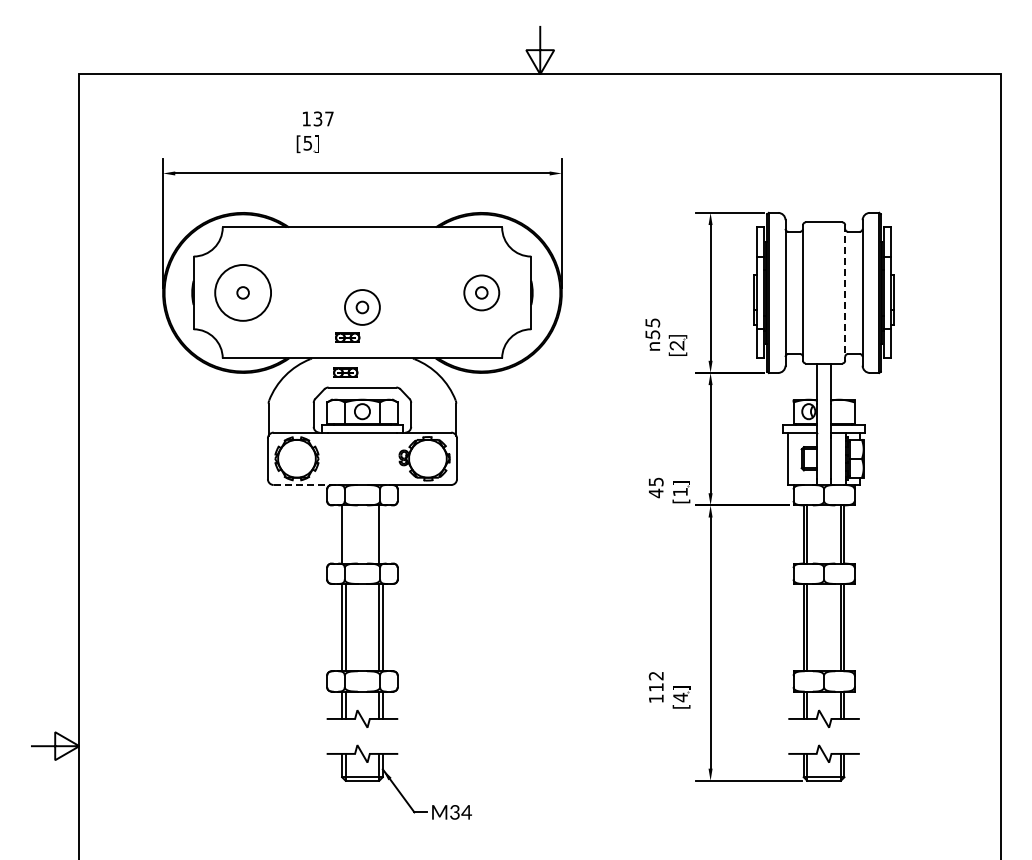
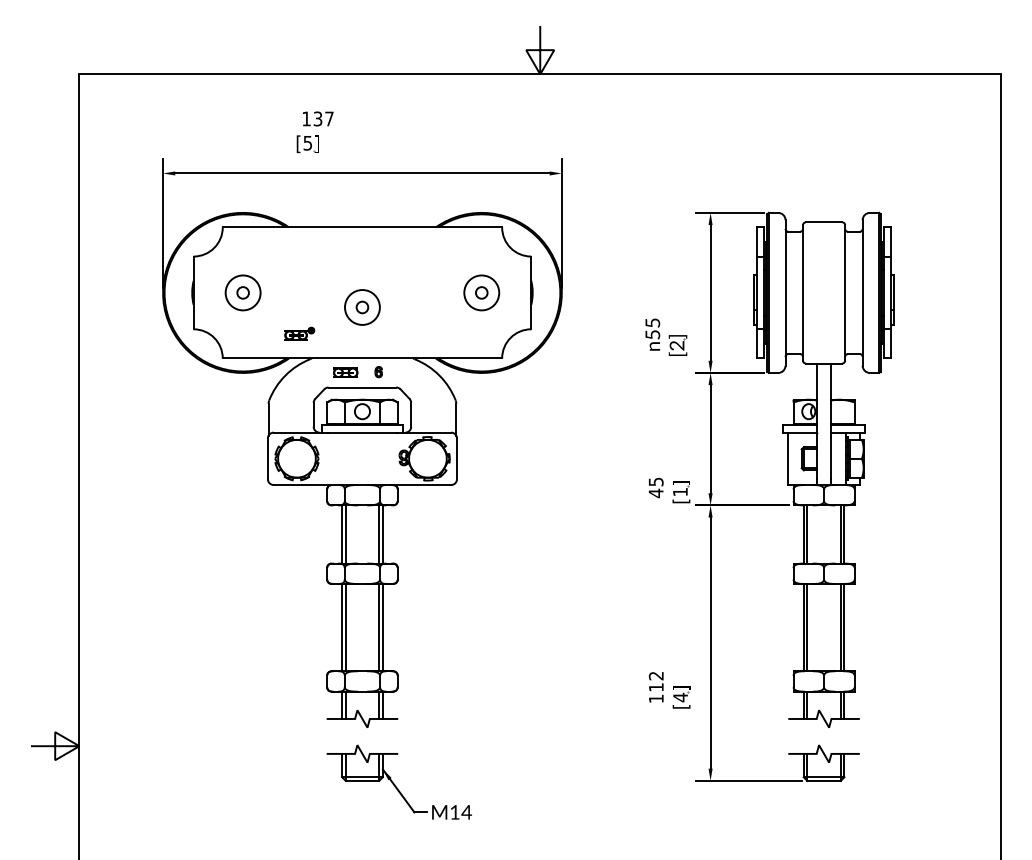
circle at (243, 292) diameter: 56 px -> 35 px
line at (845, 292): dashed -> solid
part at (299, 333): none -> present
part at (347, 337): present -> none
part at (378, 372): none -> present
line at (302, 485): dashed -> solid
line at (345, 534): none -> present
line at (382, 534): none -> present
text at (454, 812): M34 -> M14
